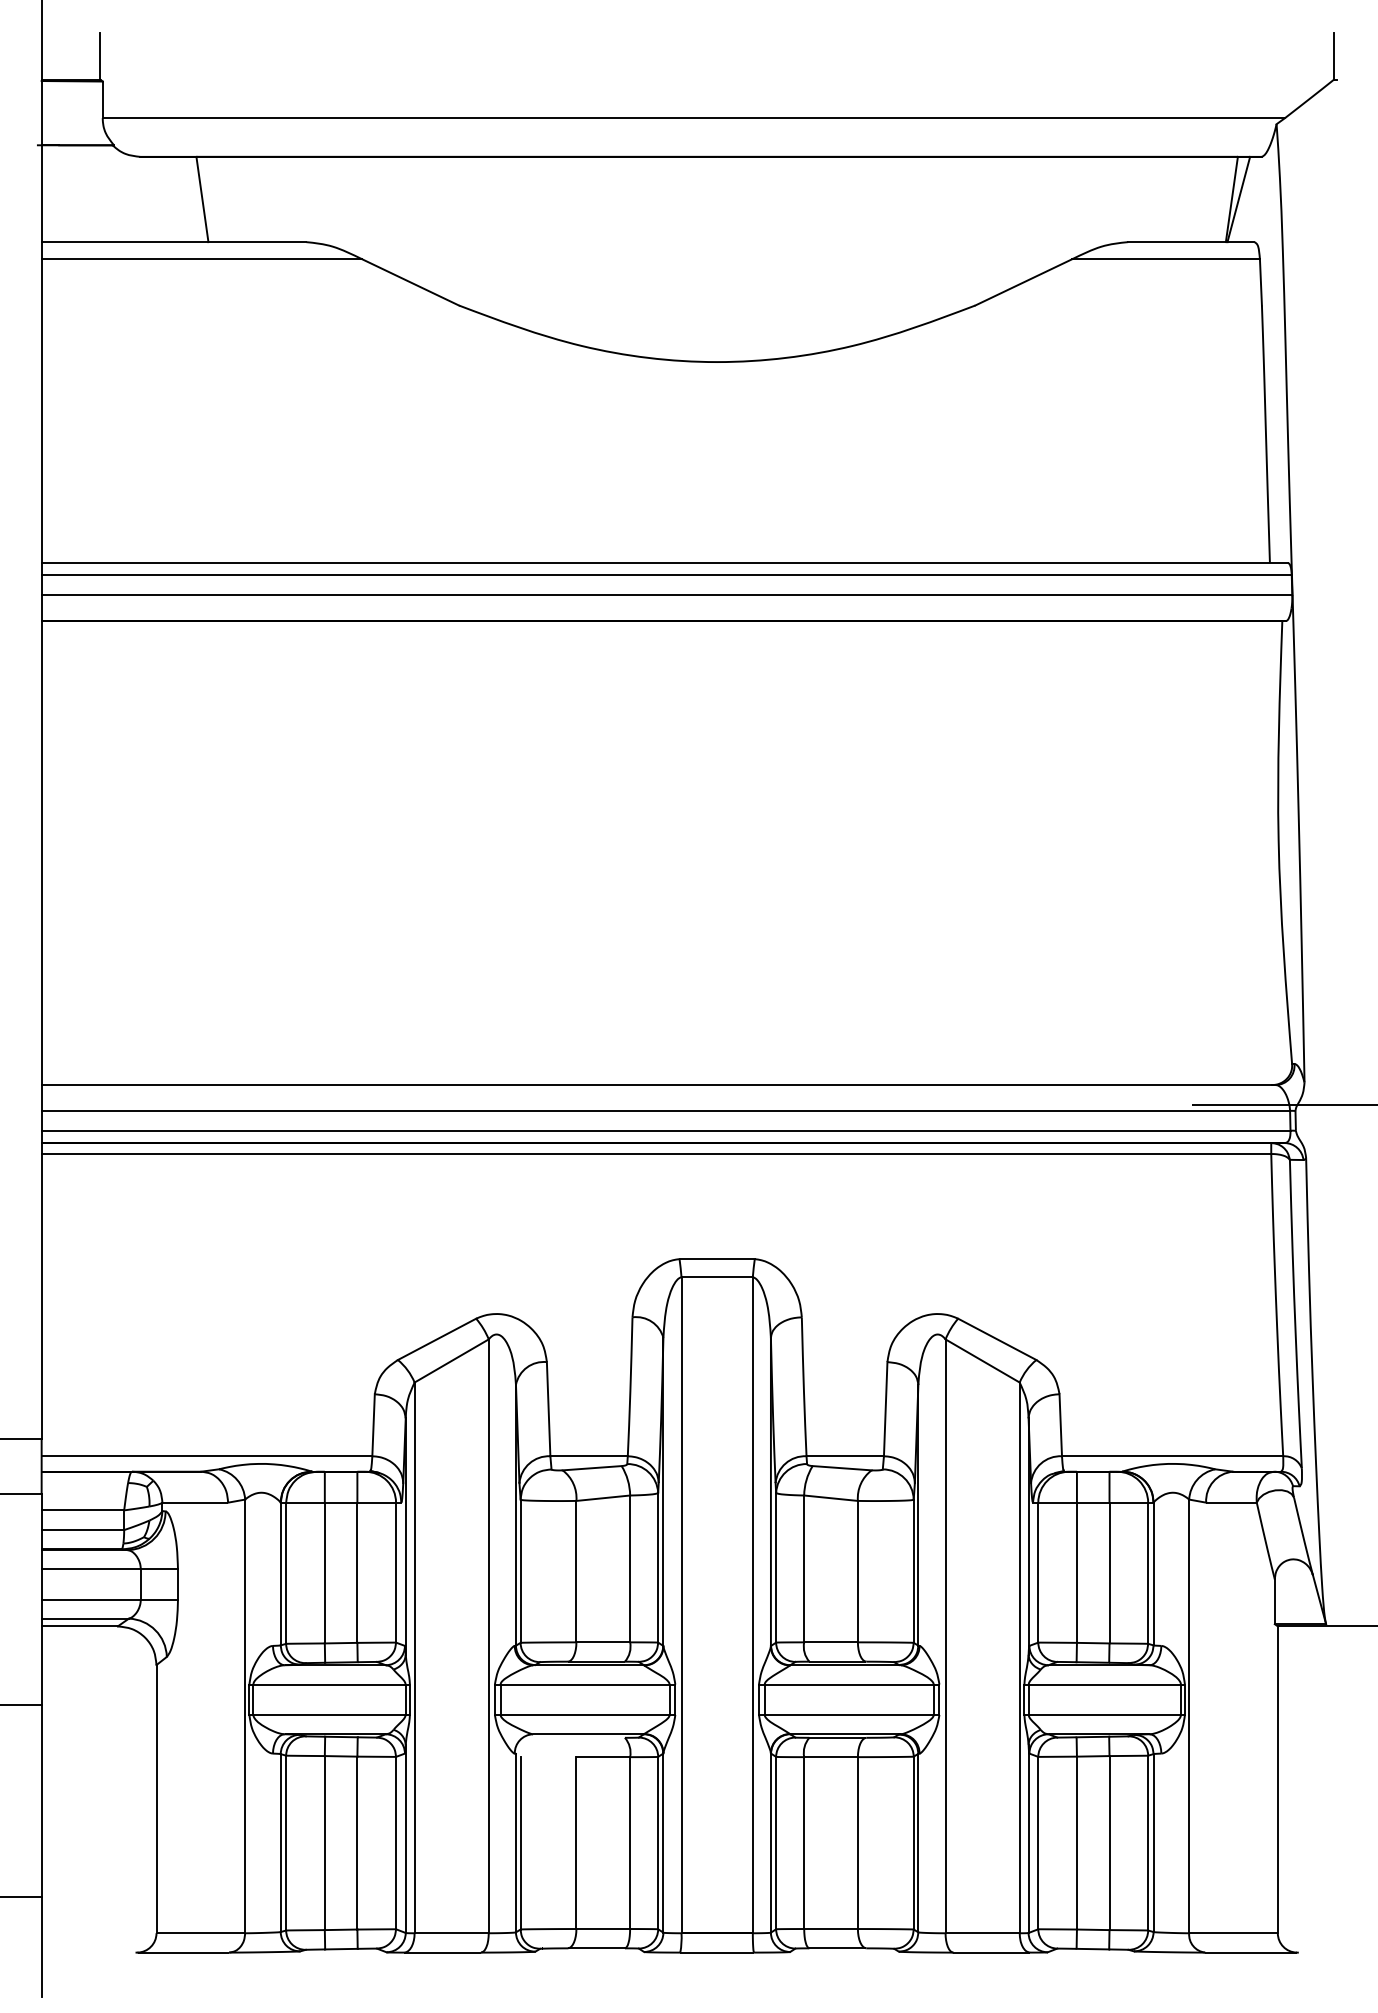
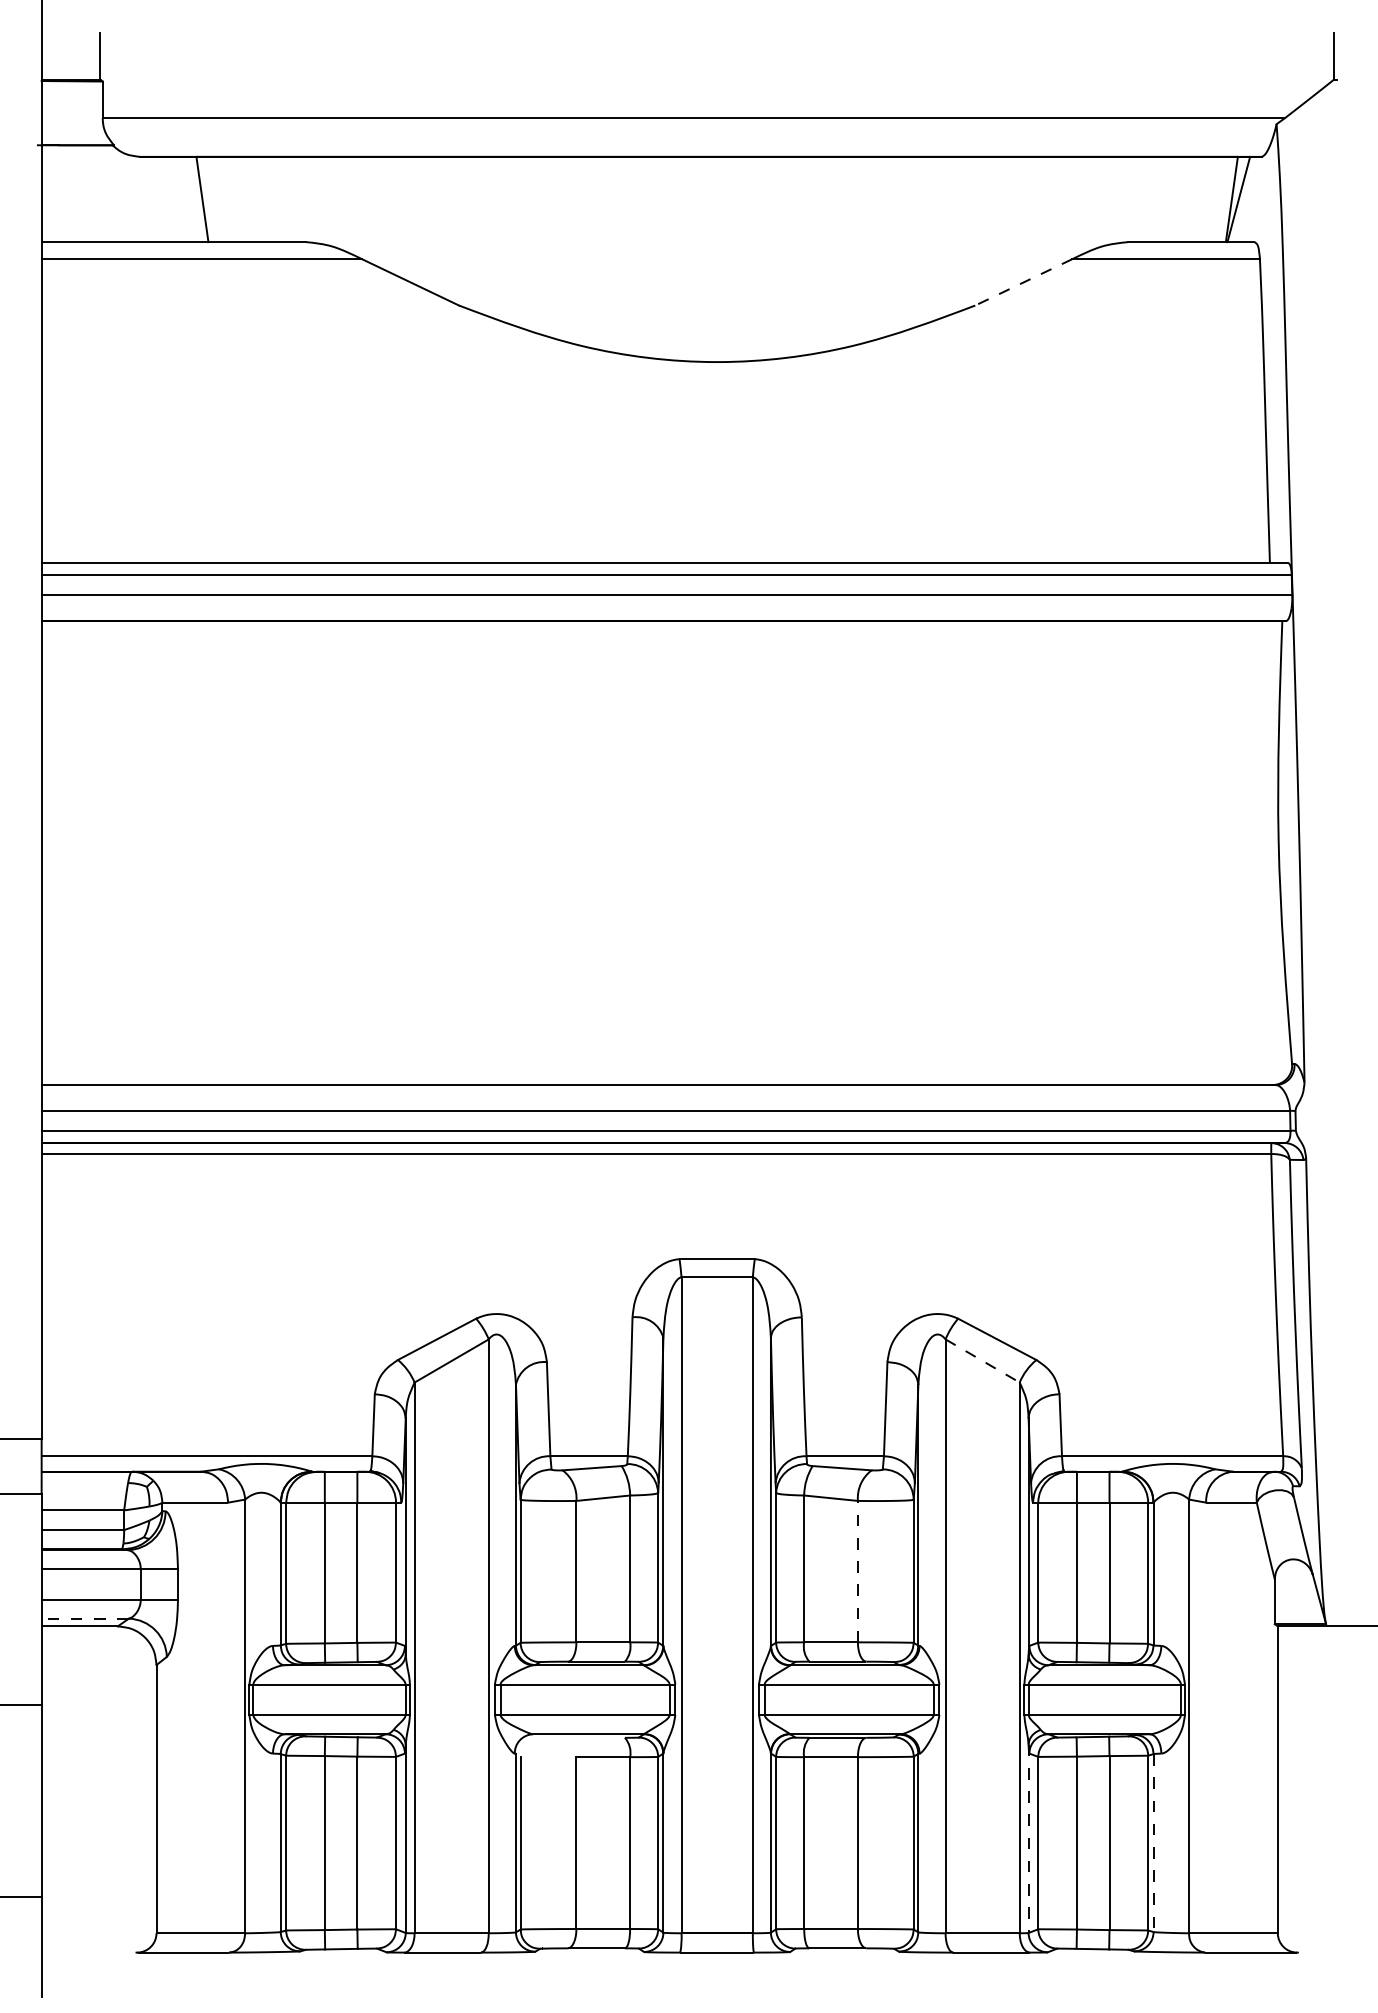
line at (1023, 282): solid -> dashed
line at (1282, 1104): present -> none
line at (982, 1360): solid -> dashed
line at (857, 1571): solid -> dashed
line at (85, 1618): solid -> dashed
line at (1028, 1839): solid -> dashed
line at (1153, 1843): solid -> dashed
